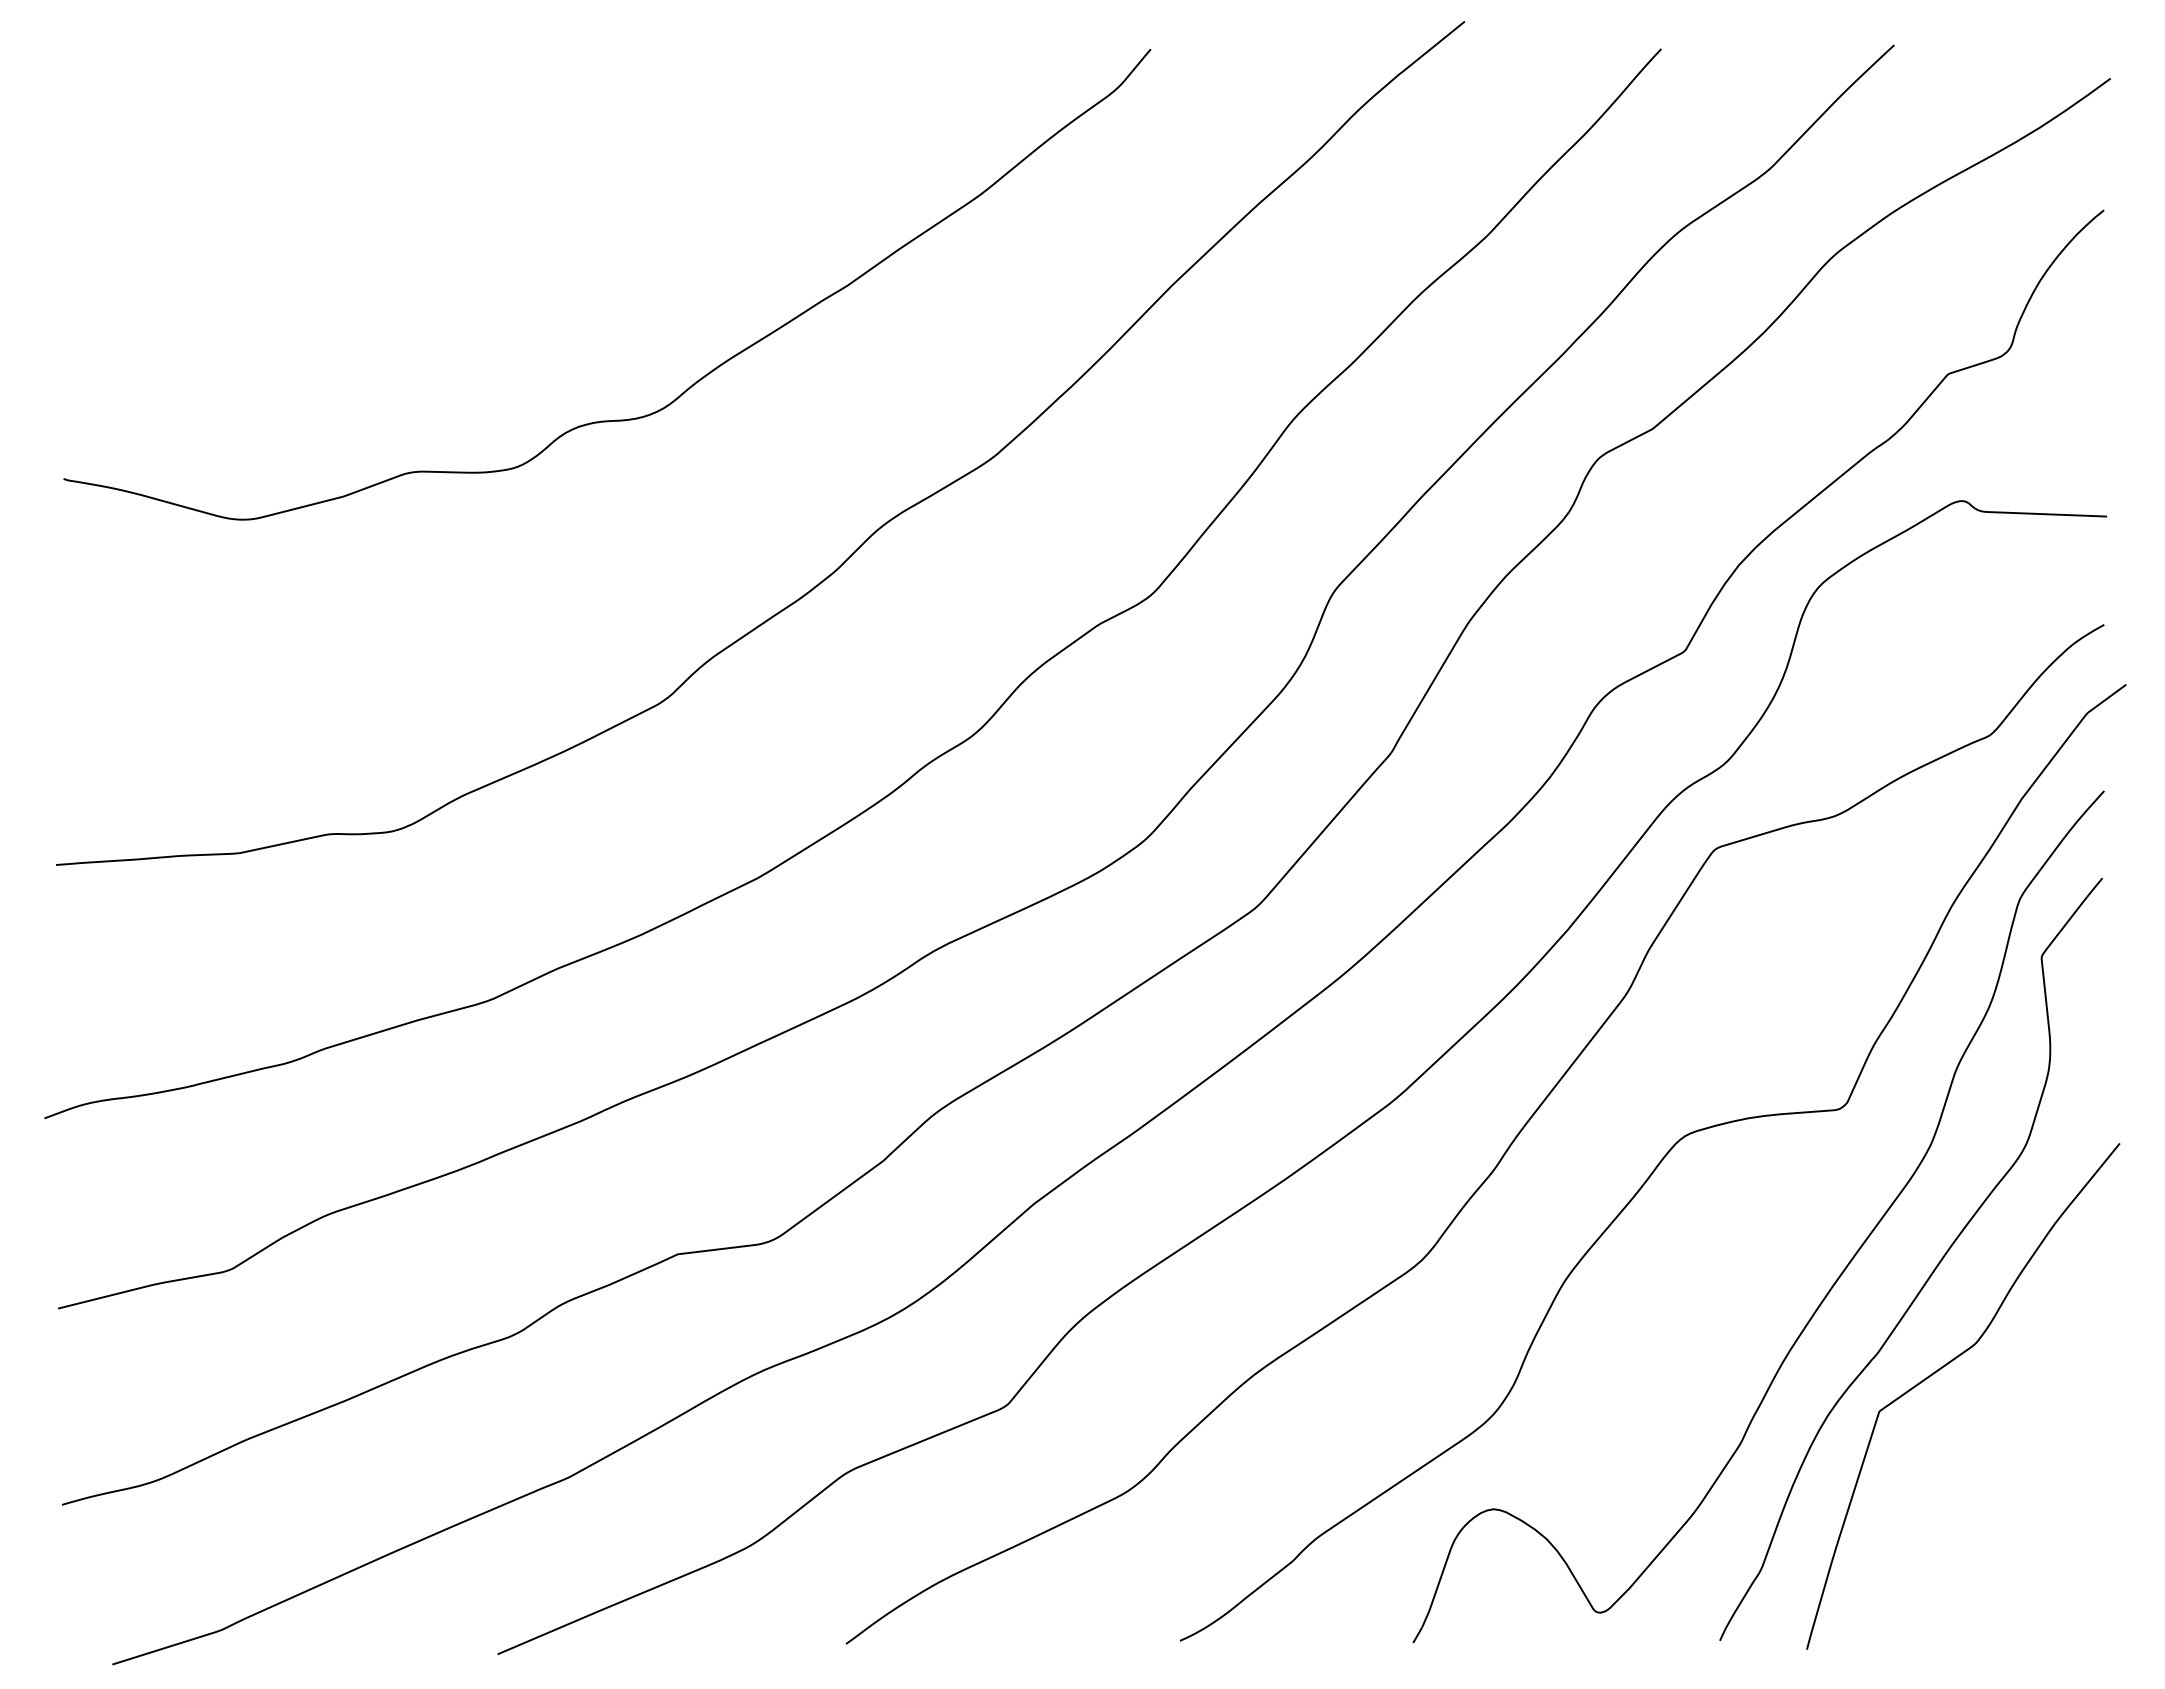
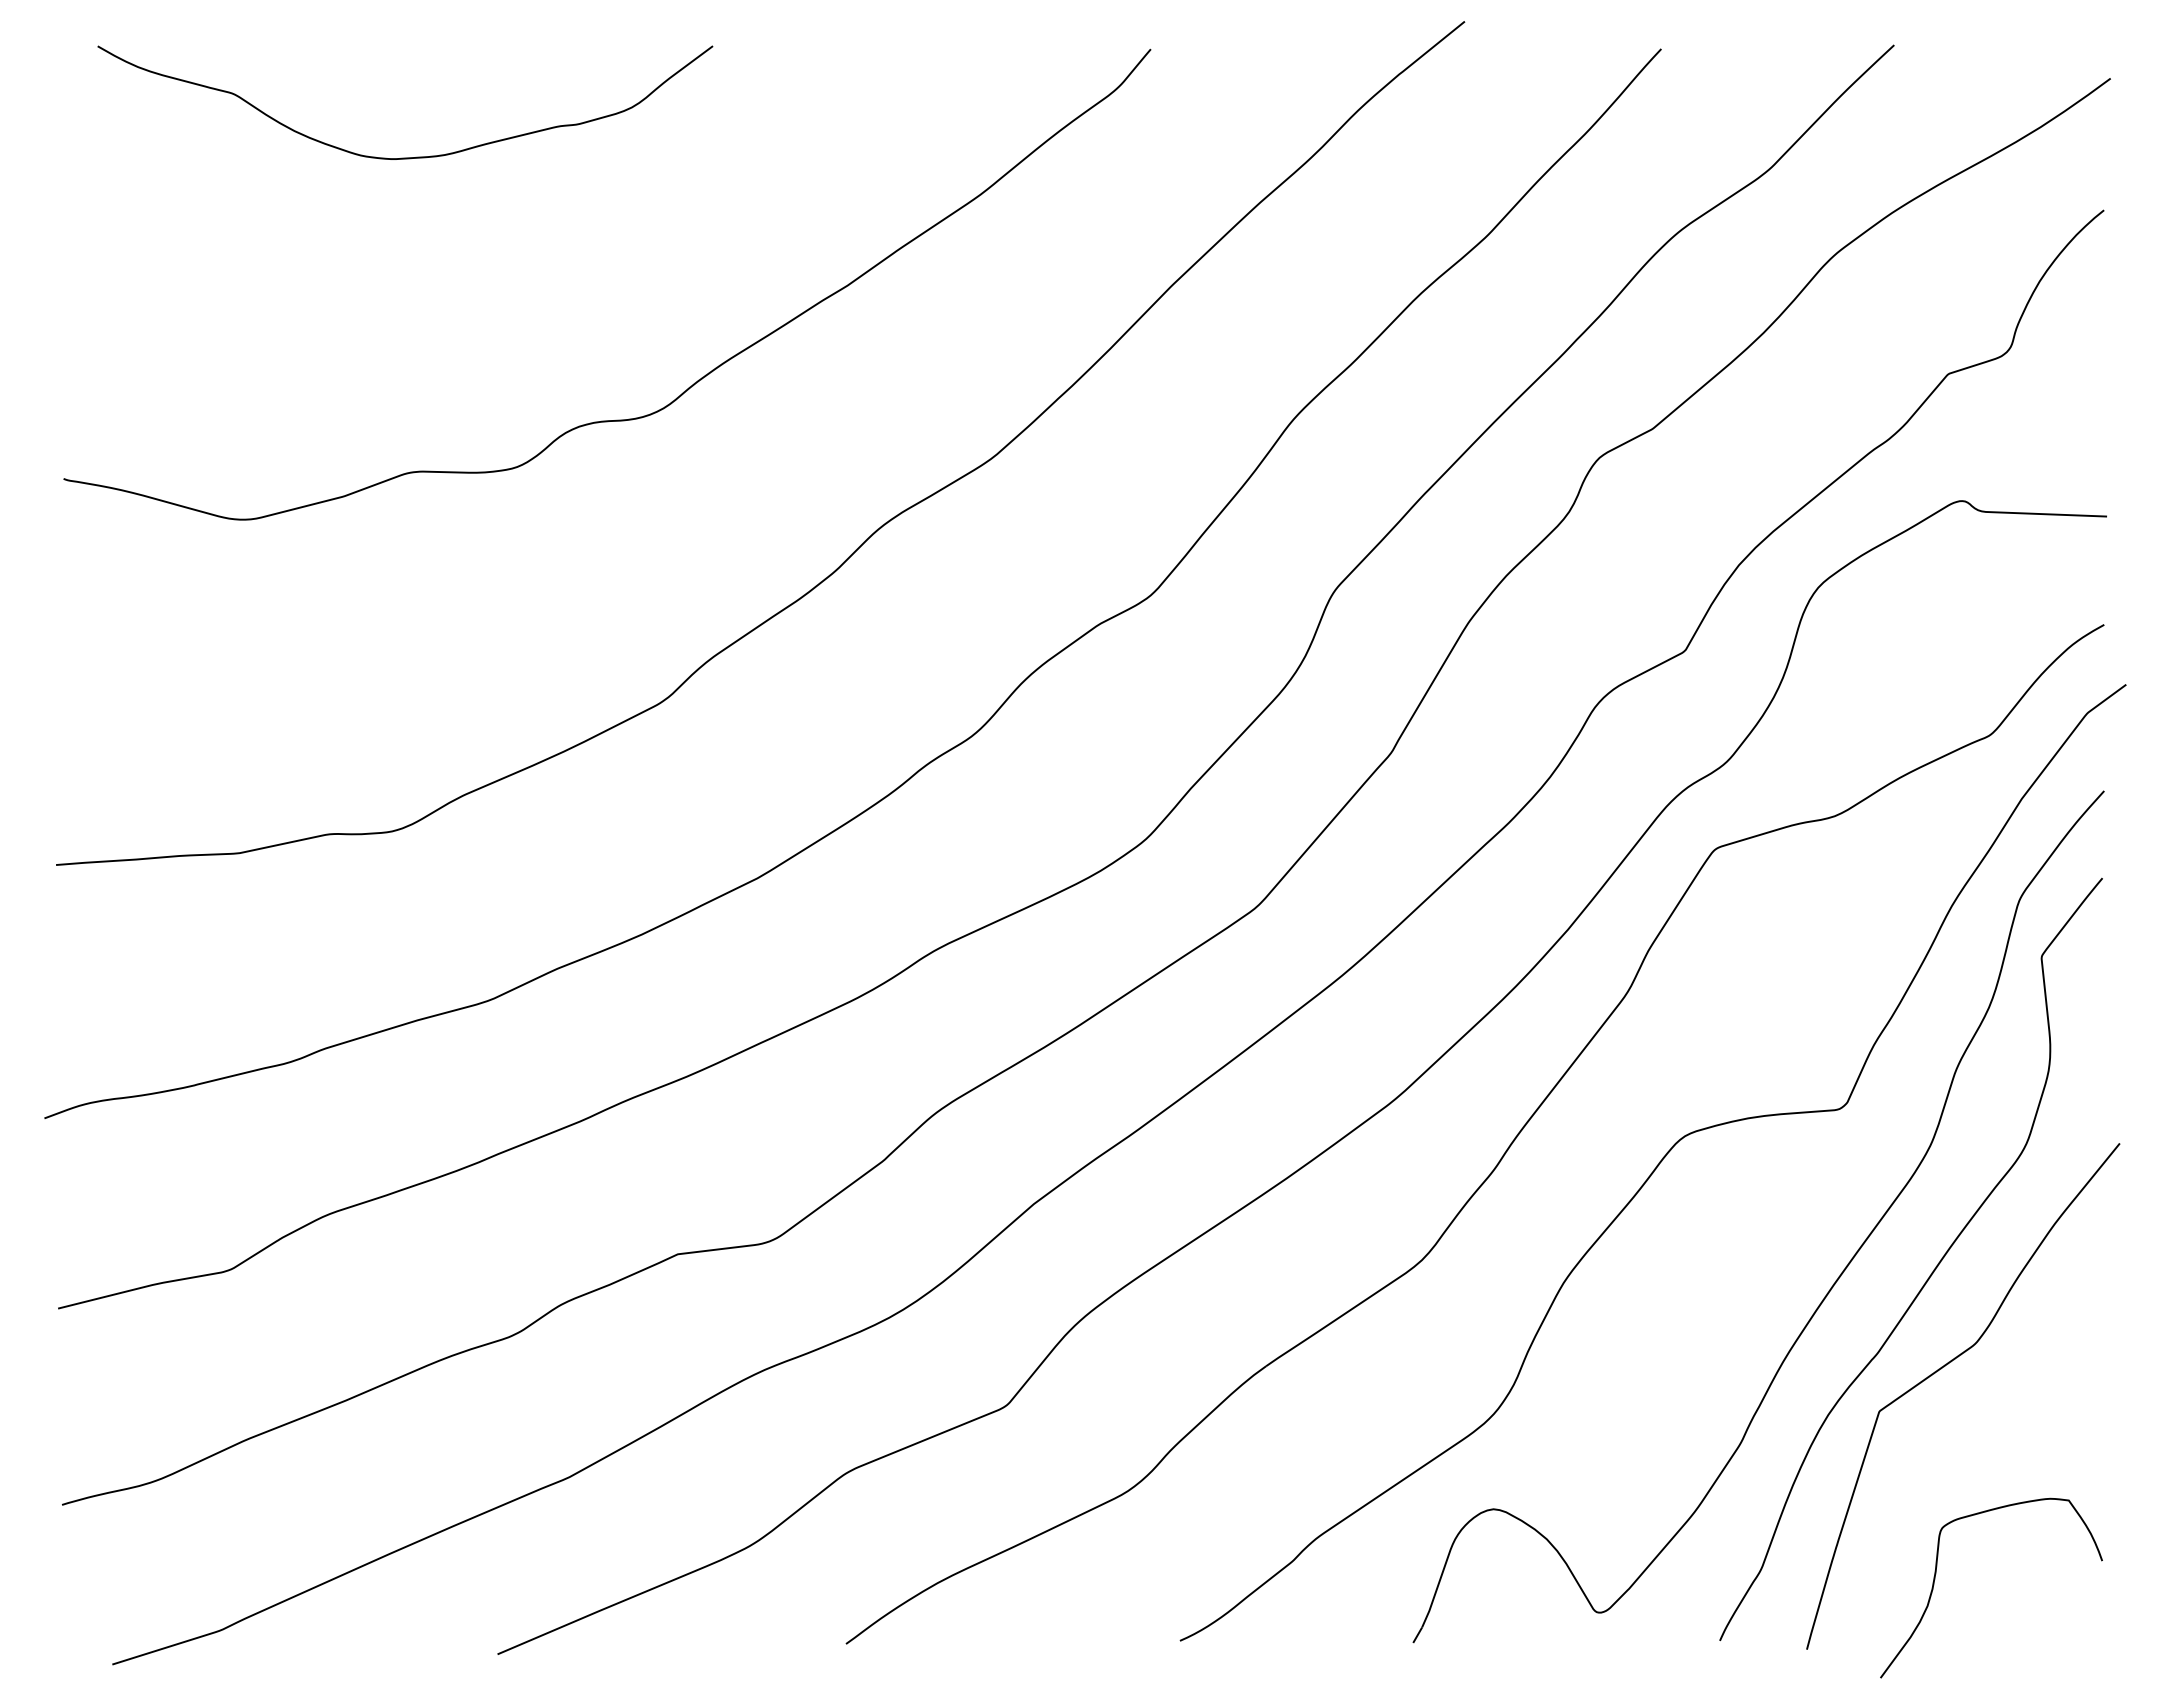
curve at (405, 157): none -> present
curve at (1936, 1574): none -> present
